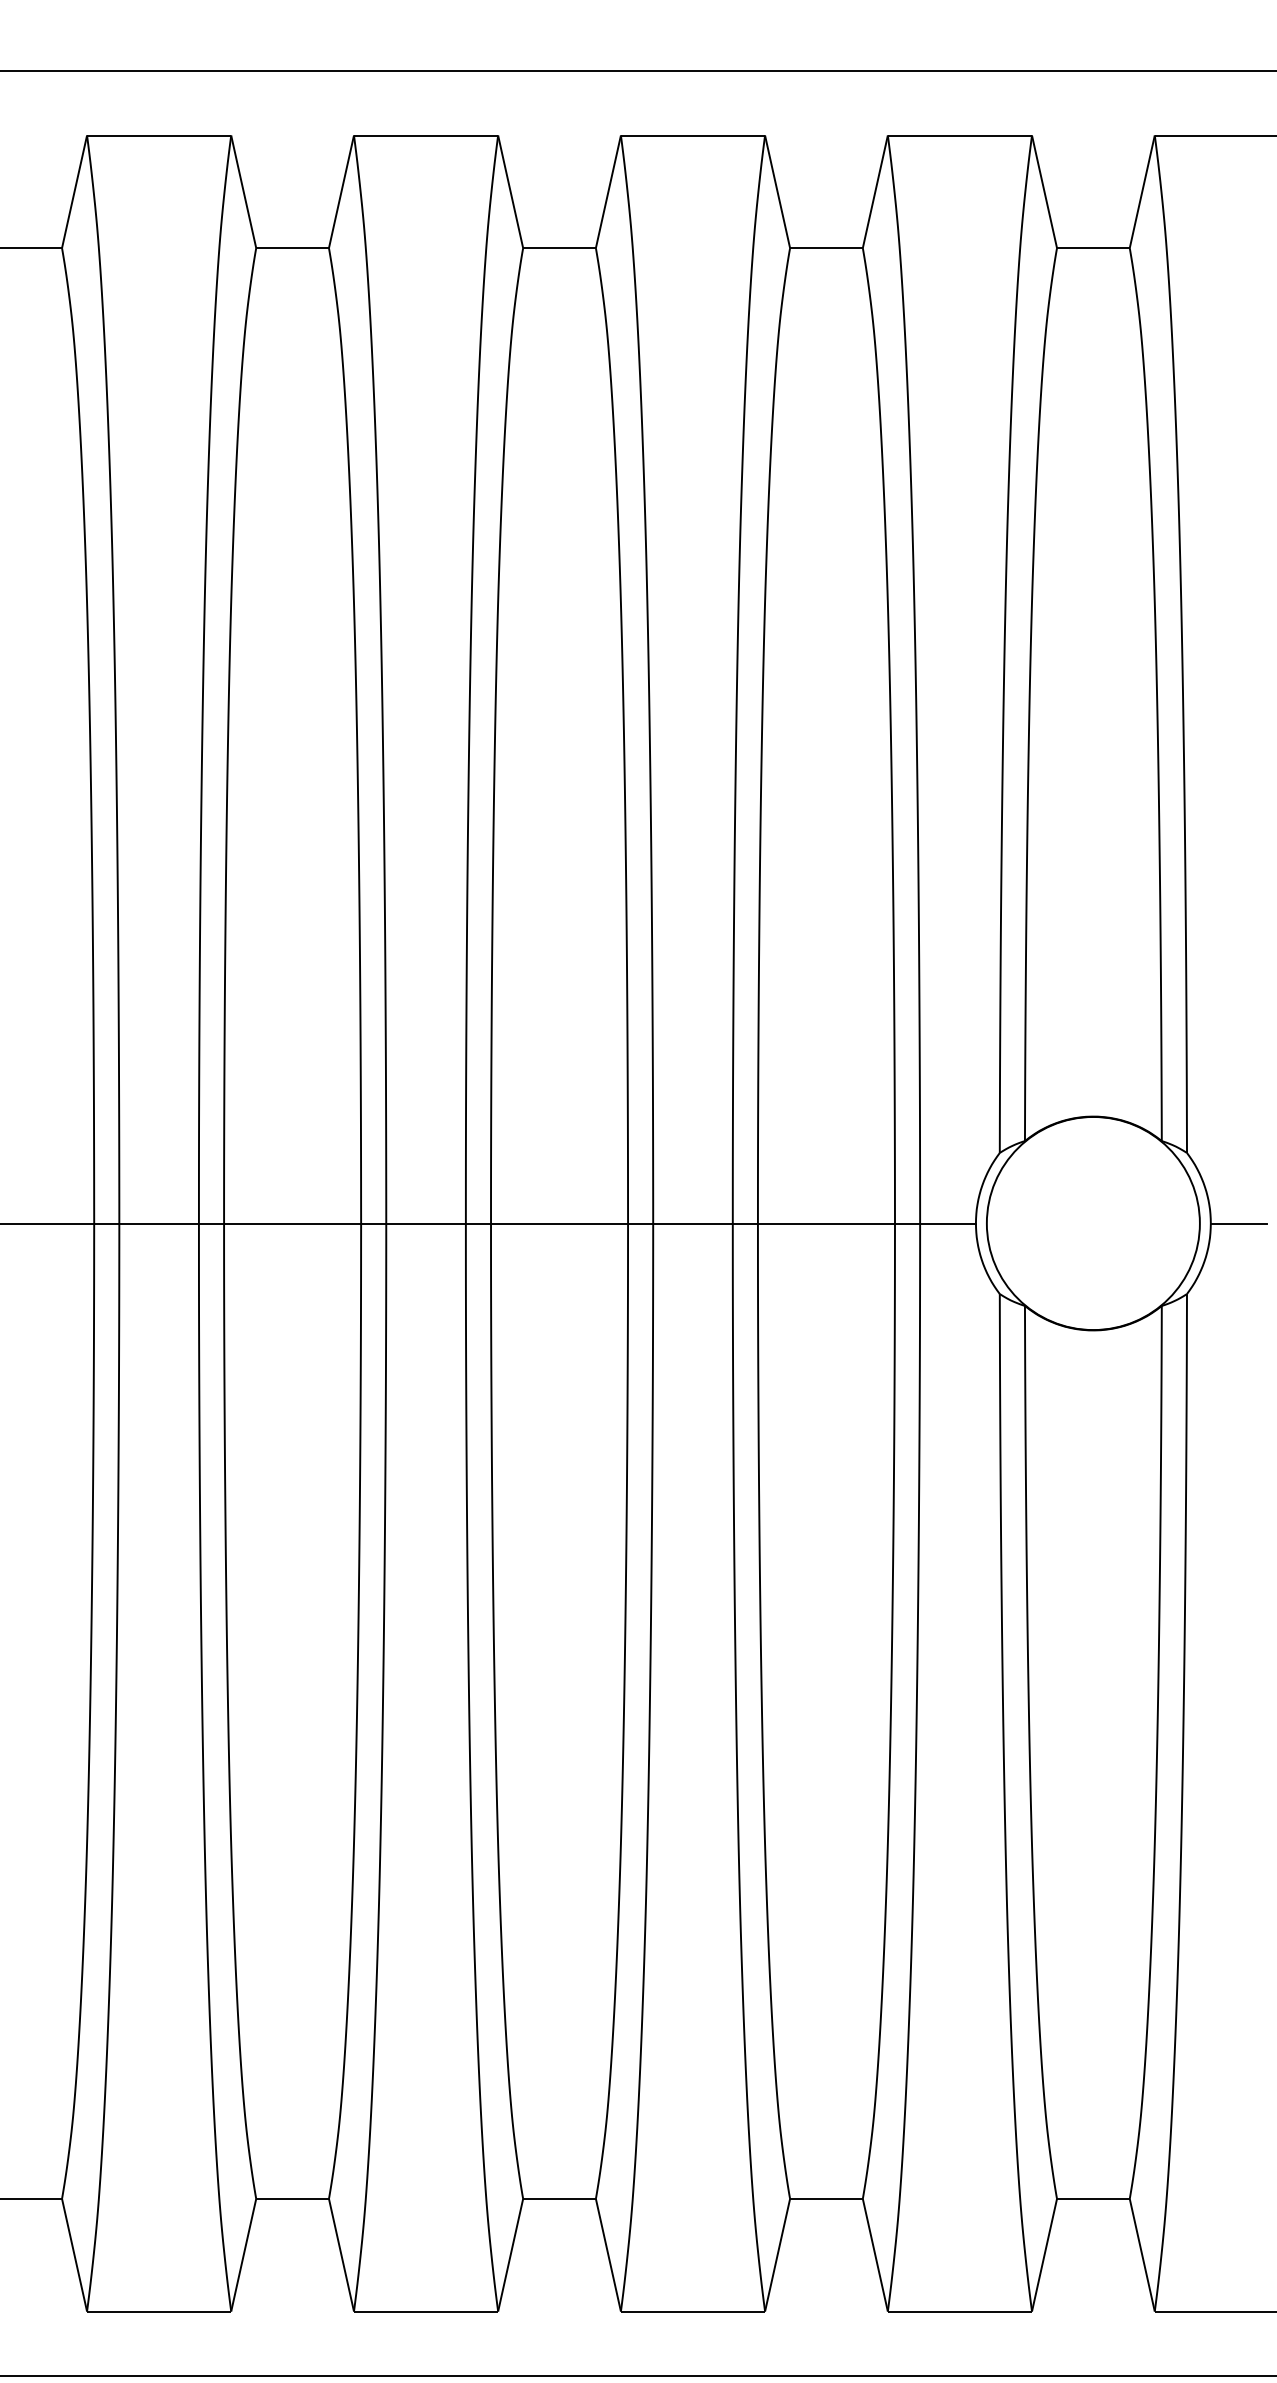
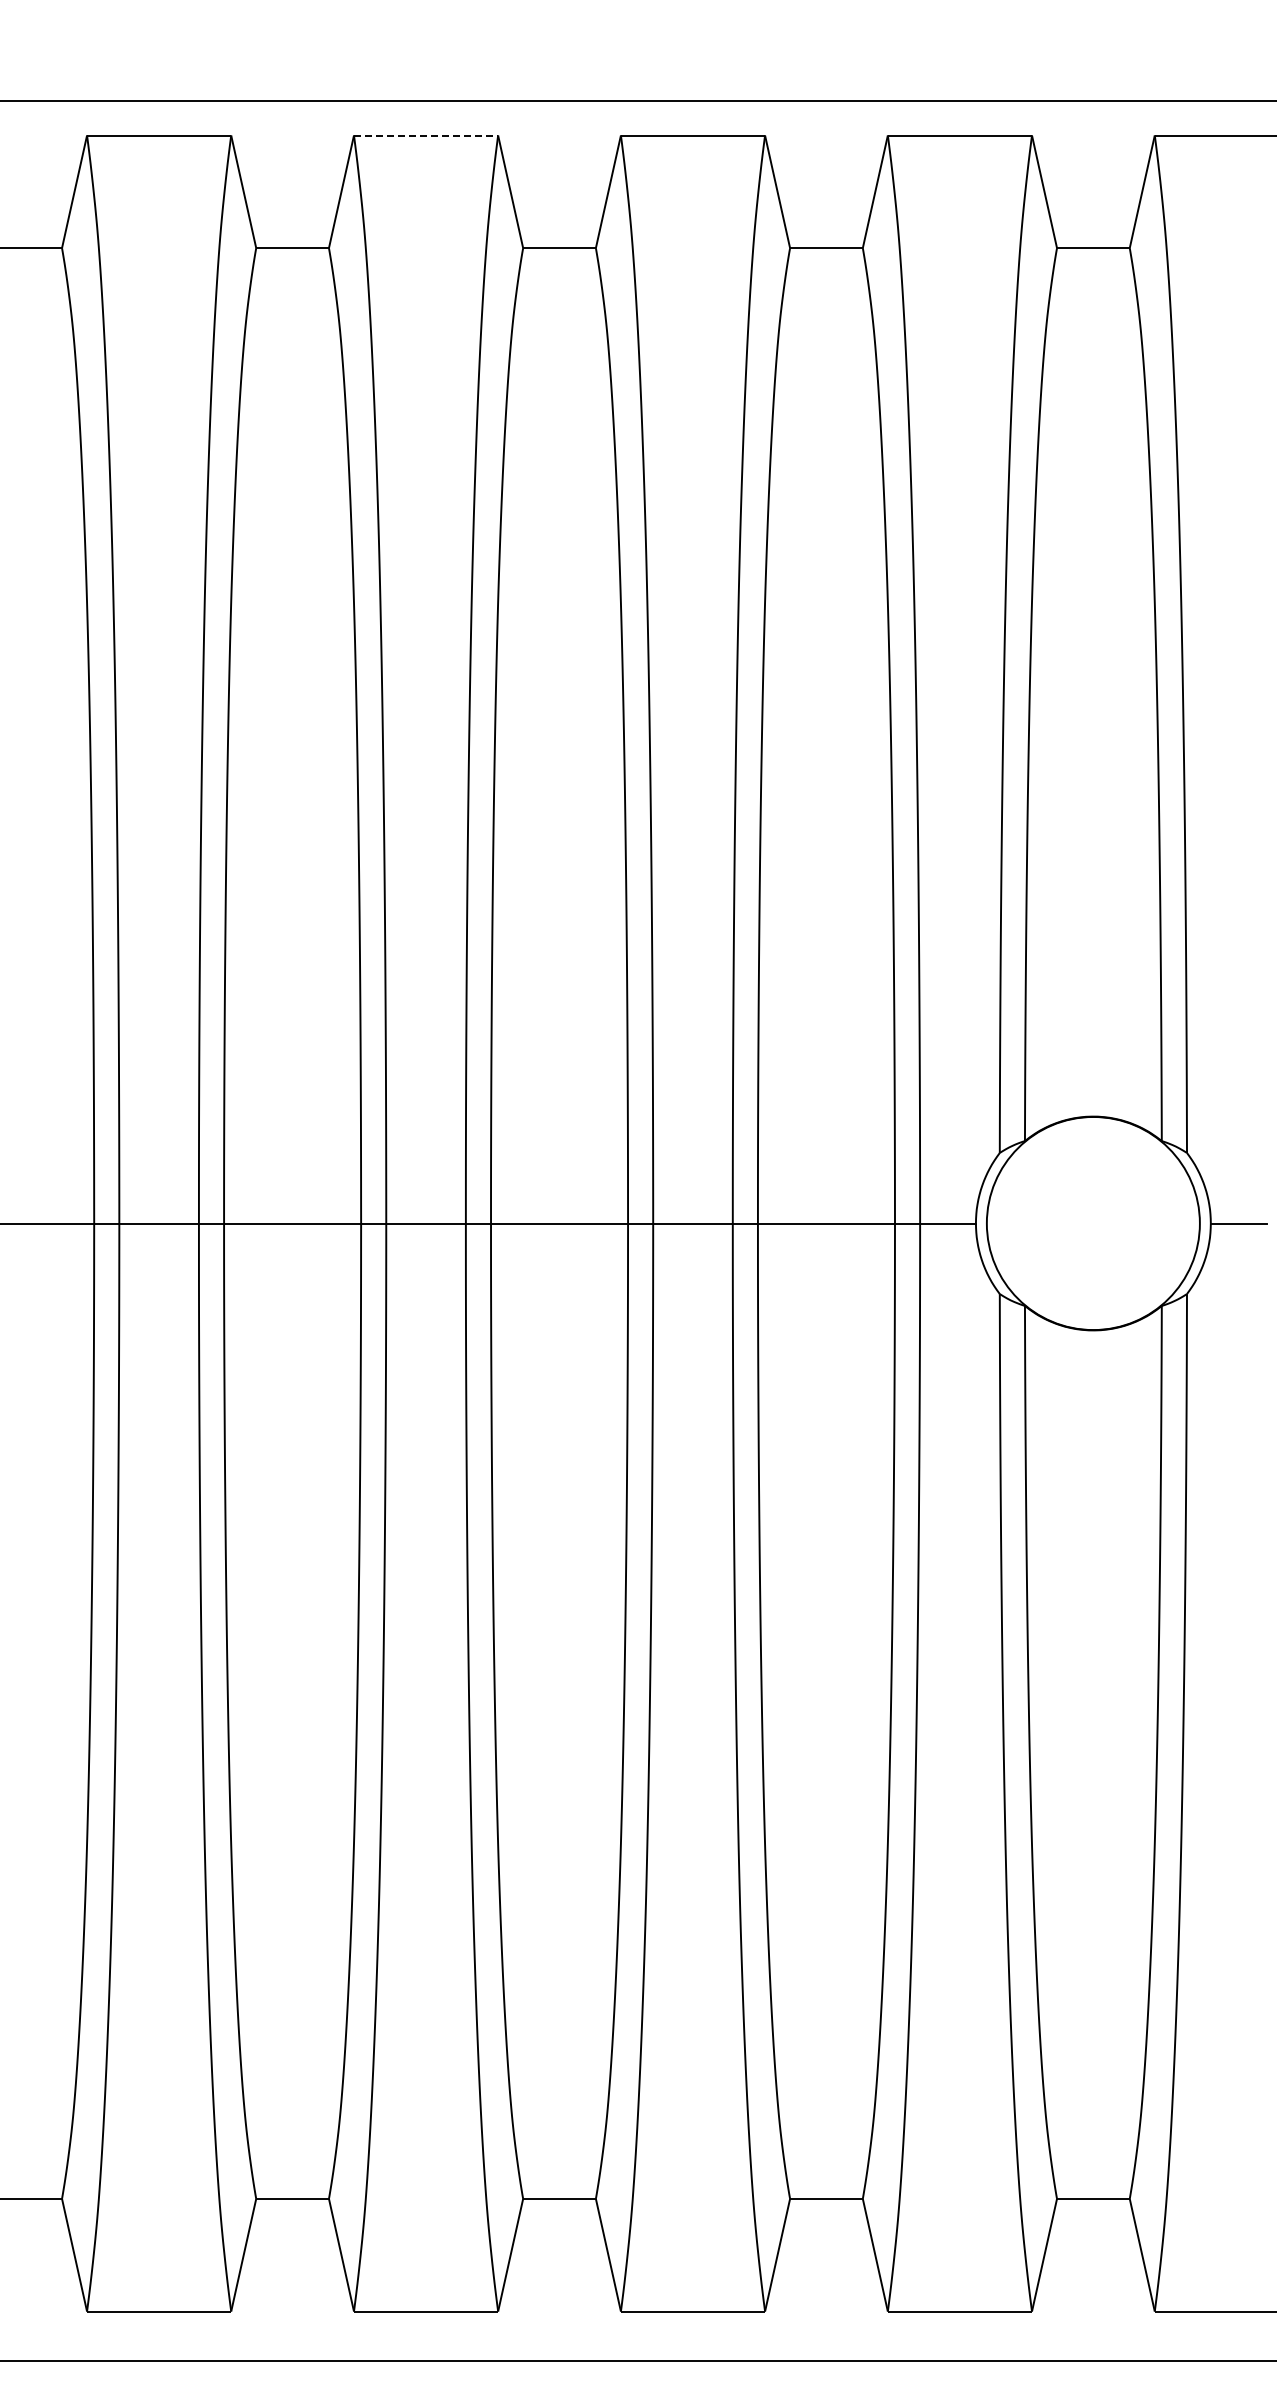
line at (637, 71) position: (637, 71) -> (637, 101)
line at (425, 135): solid -> dashed
line at (637, 2375) position: (637, 2375) -> (637, 2360)
